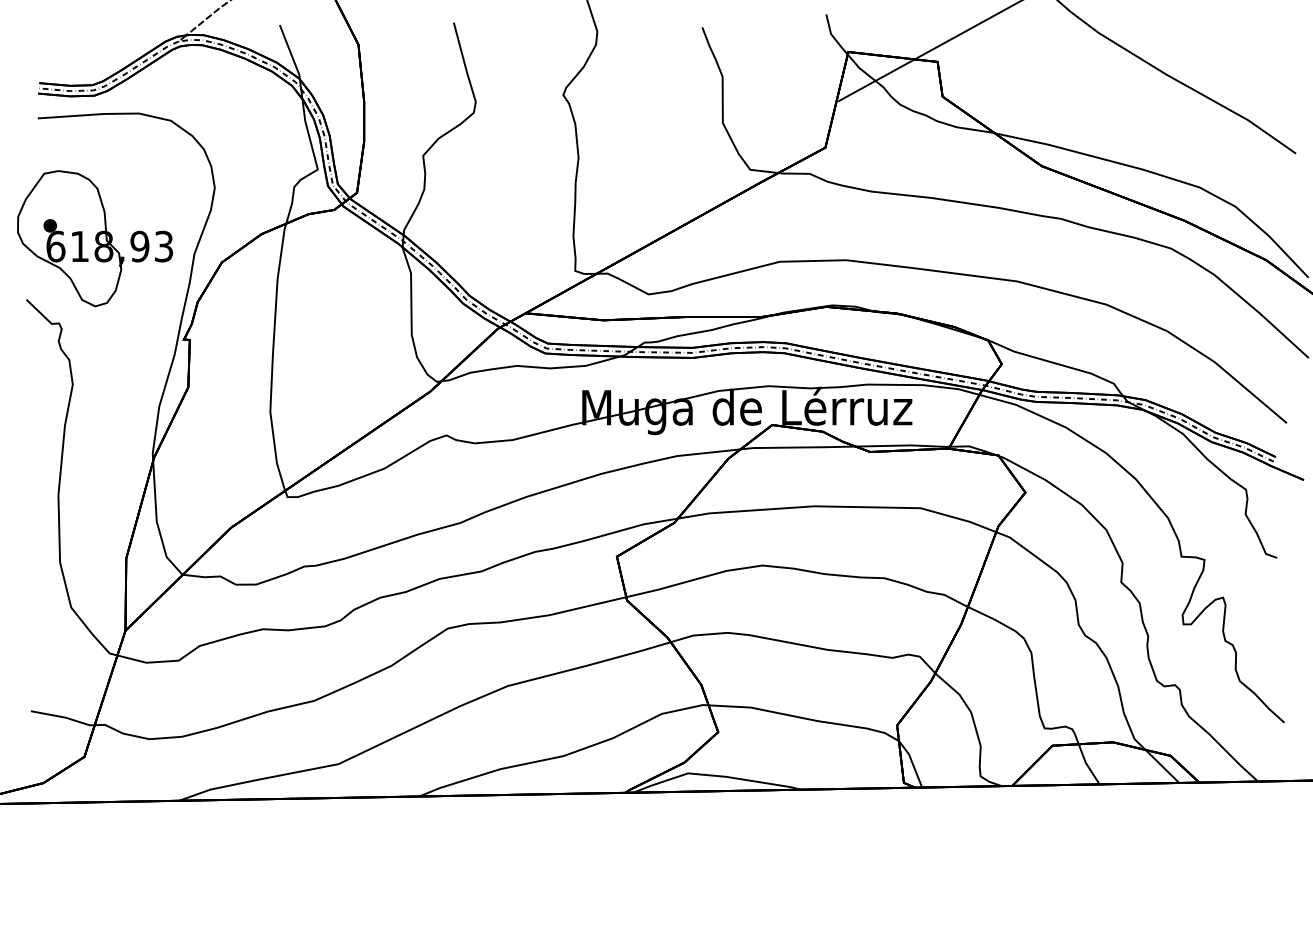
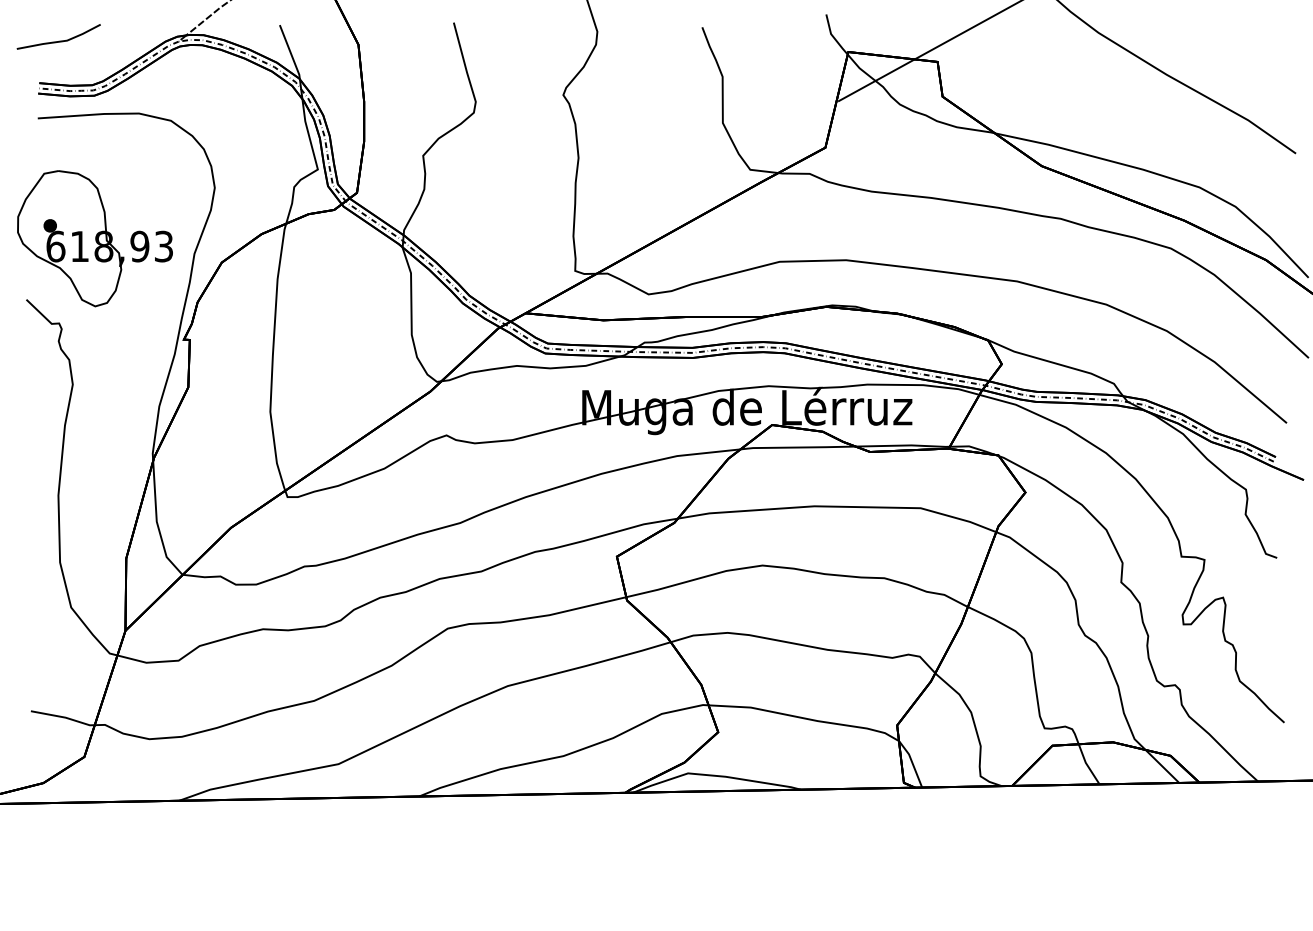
line at (59, 40): none -> present
